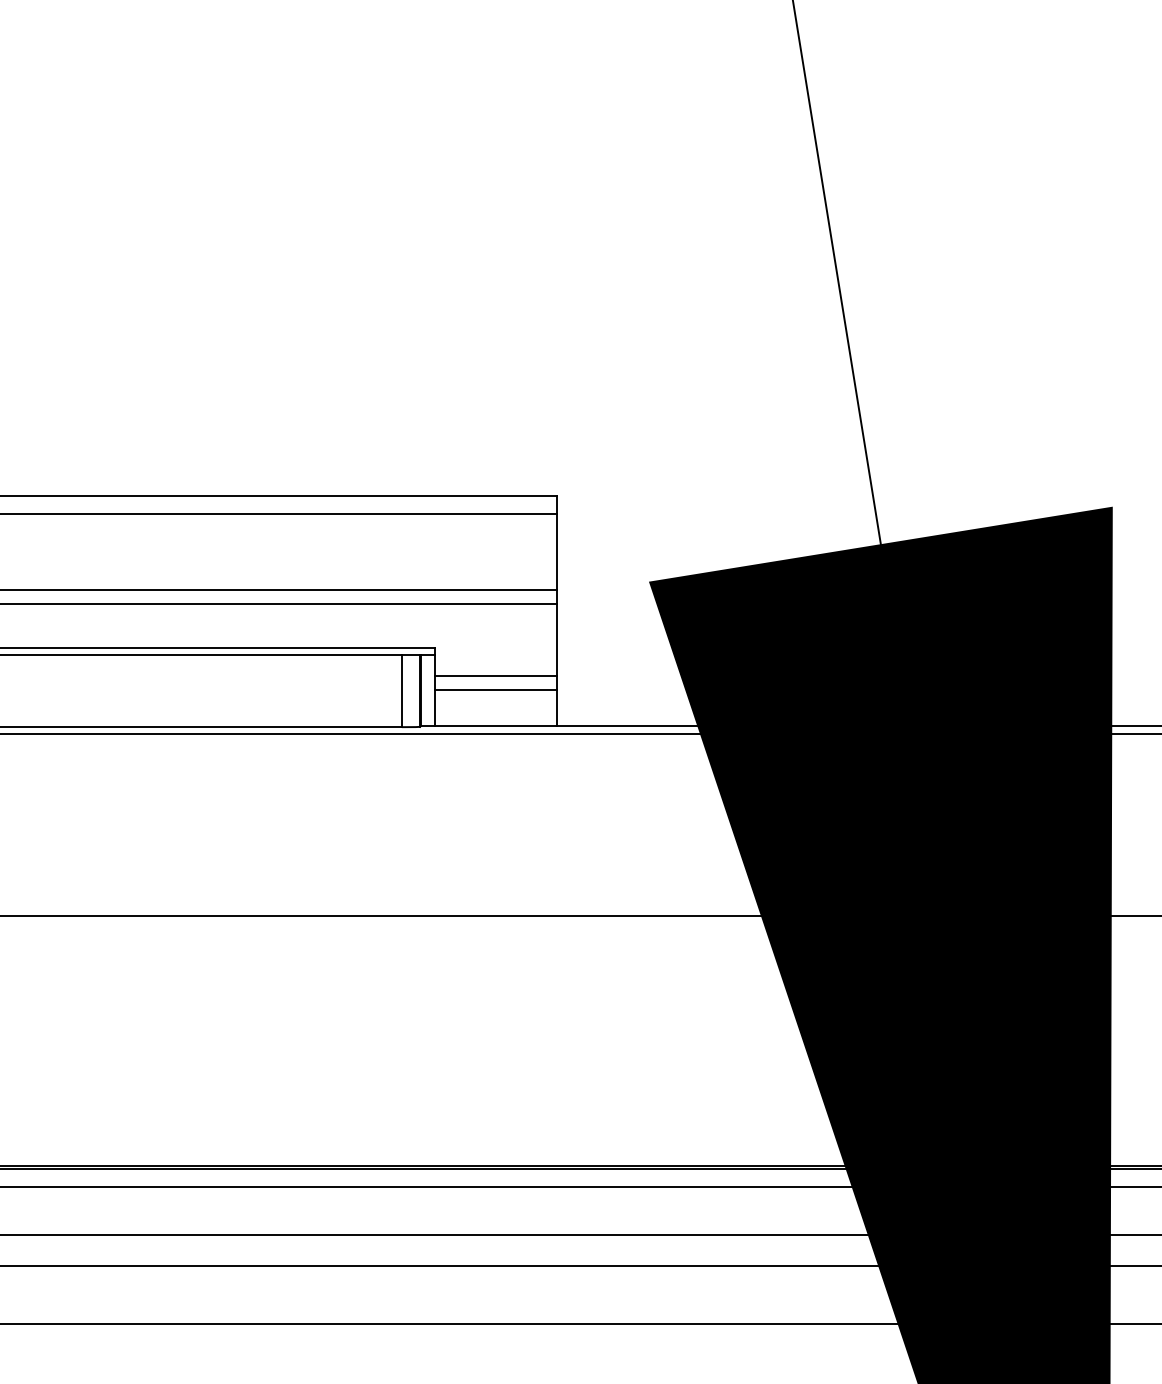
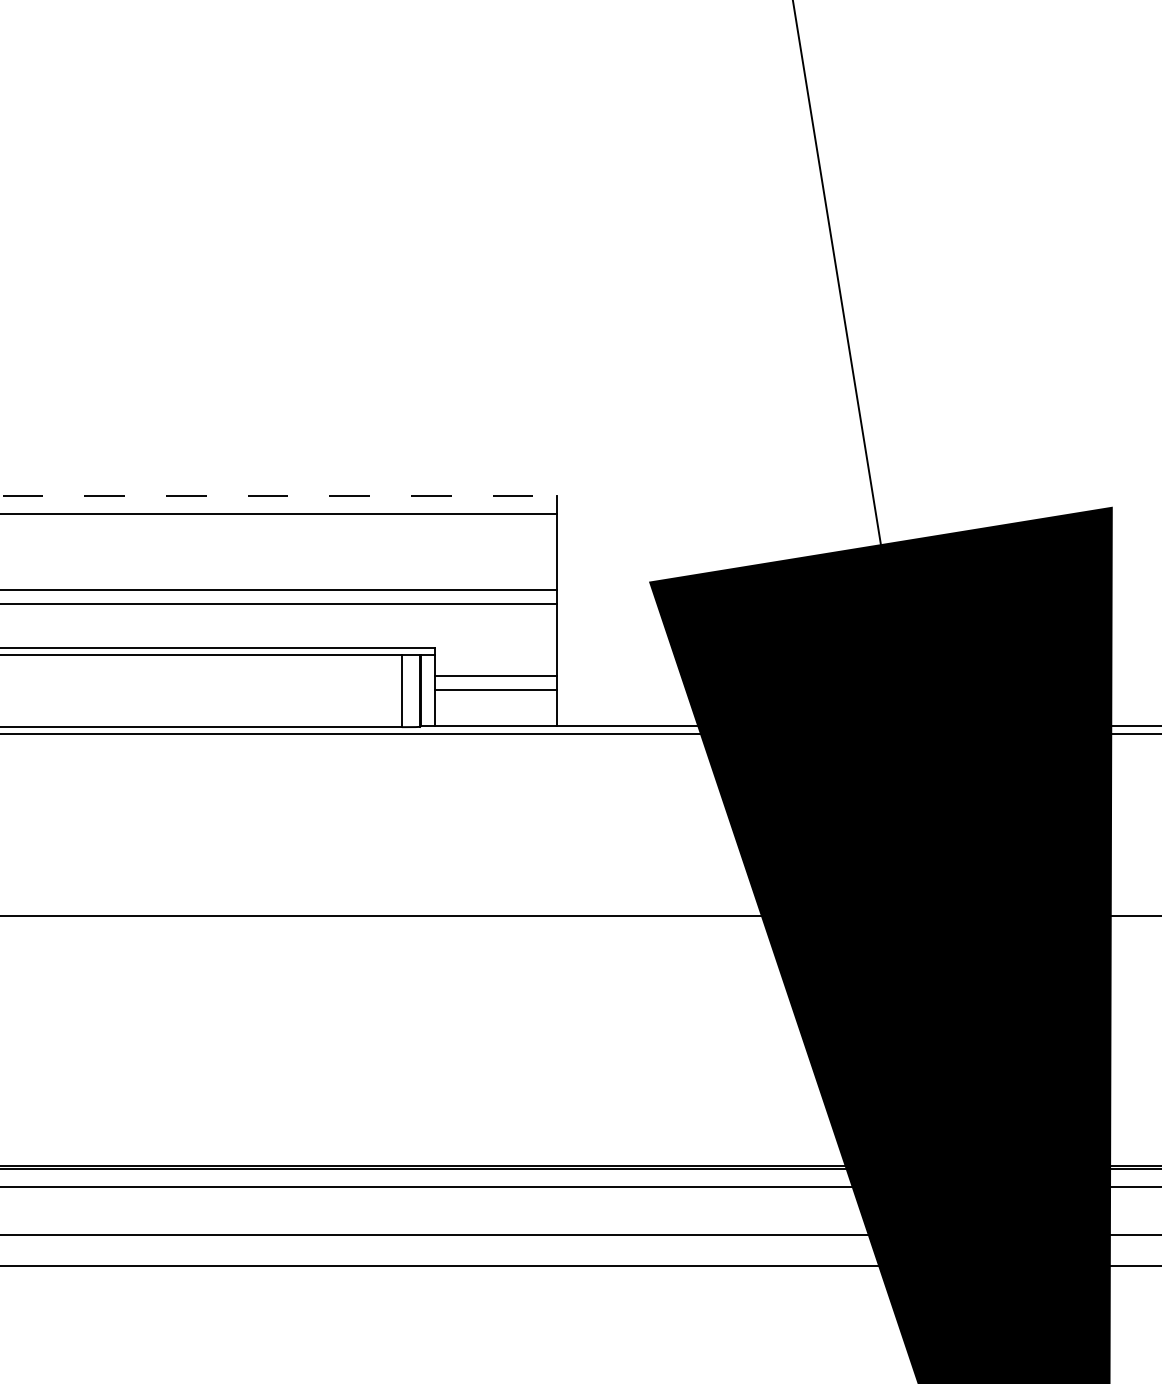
line at (278, 495): solid -> dashed
line at (580, 1323): present -> none
